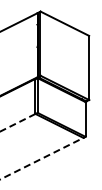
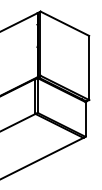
line at (17, 122): dashed -> solid
line at (42, 158): dashed -> solid
